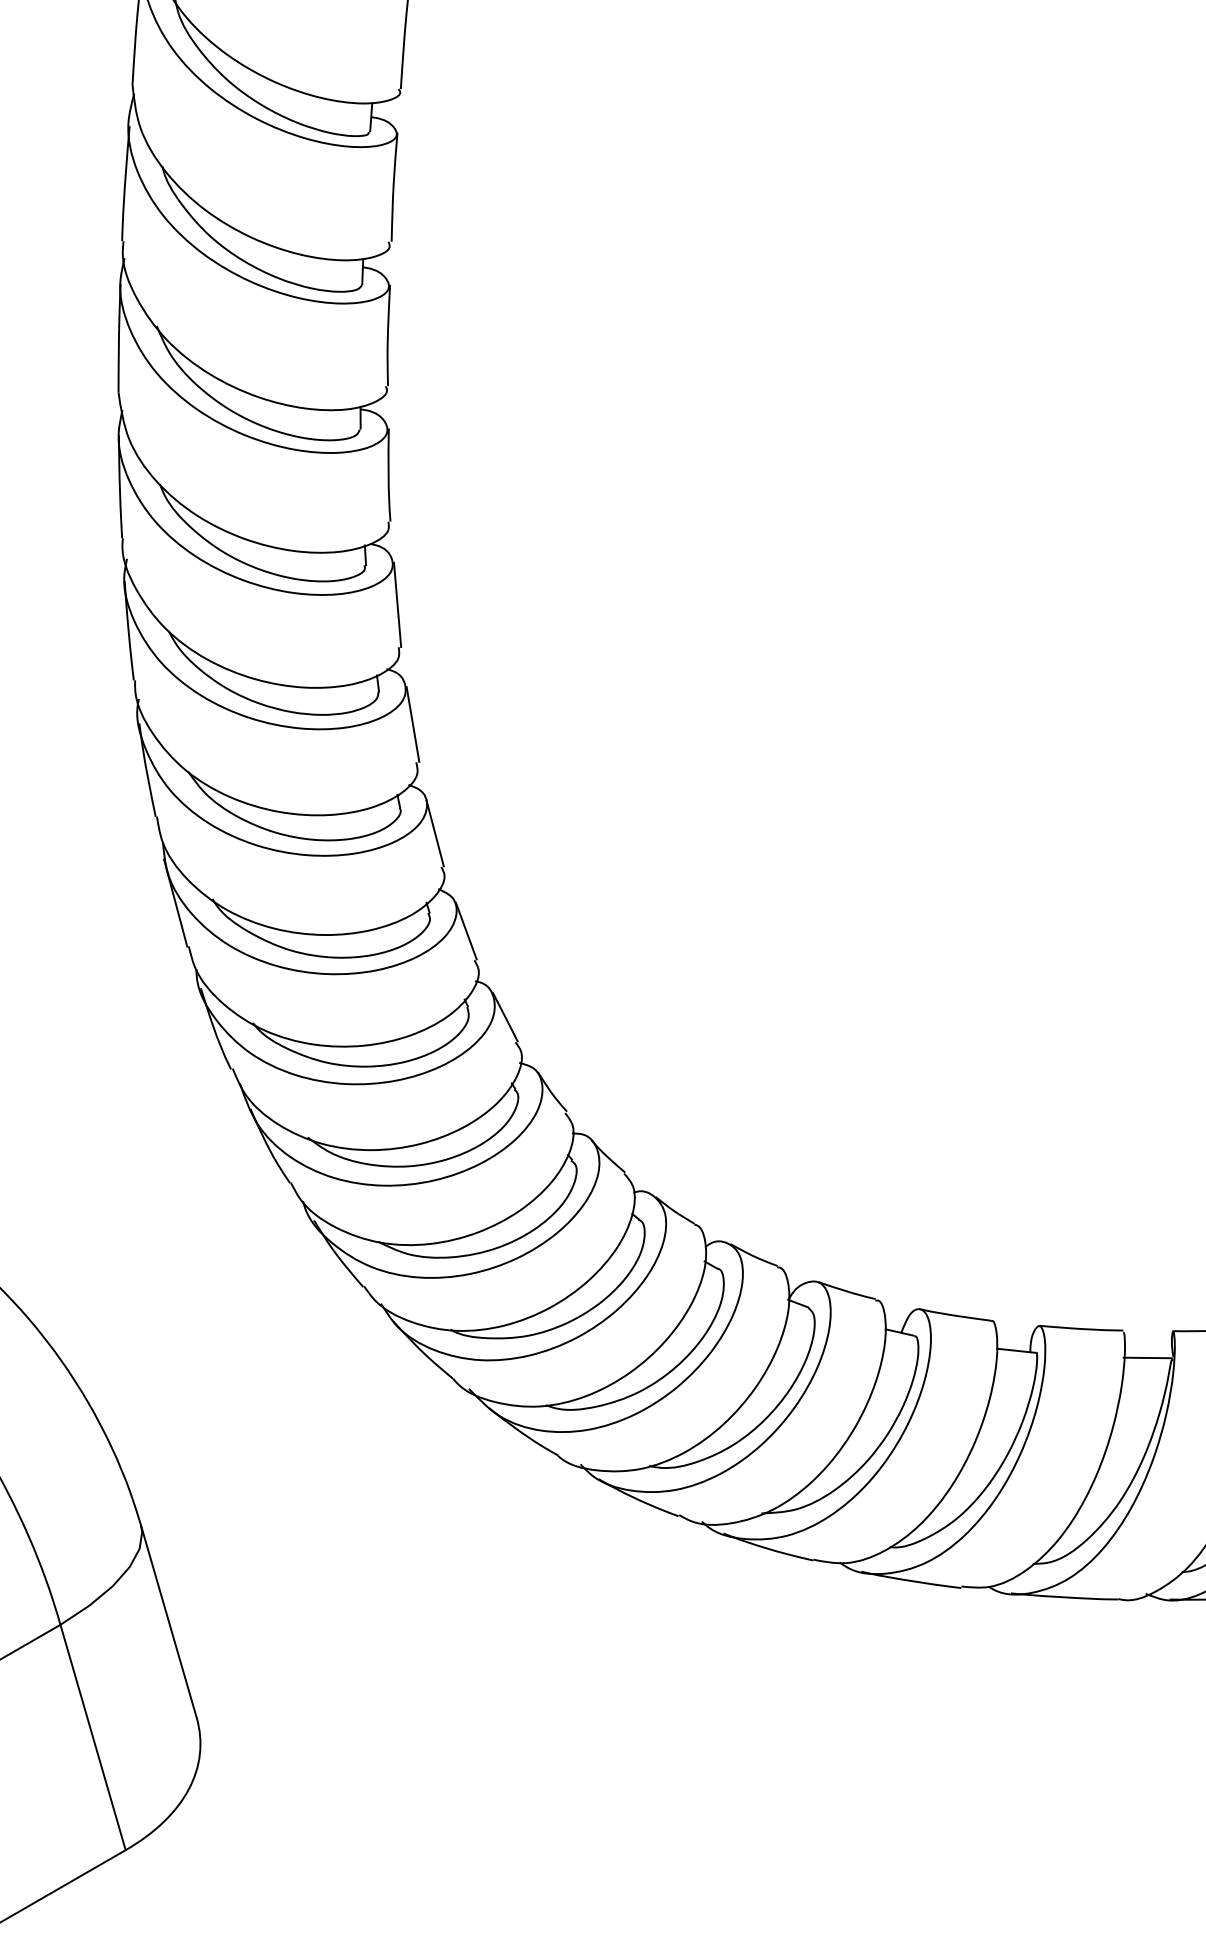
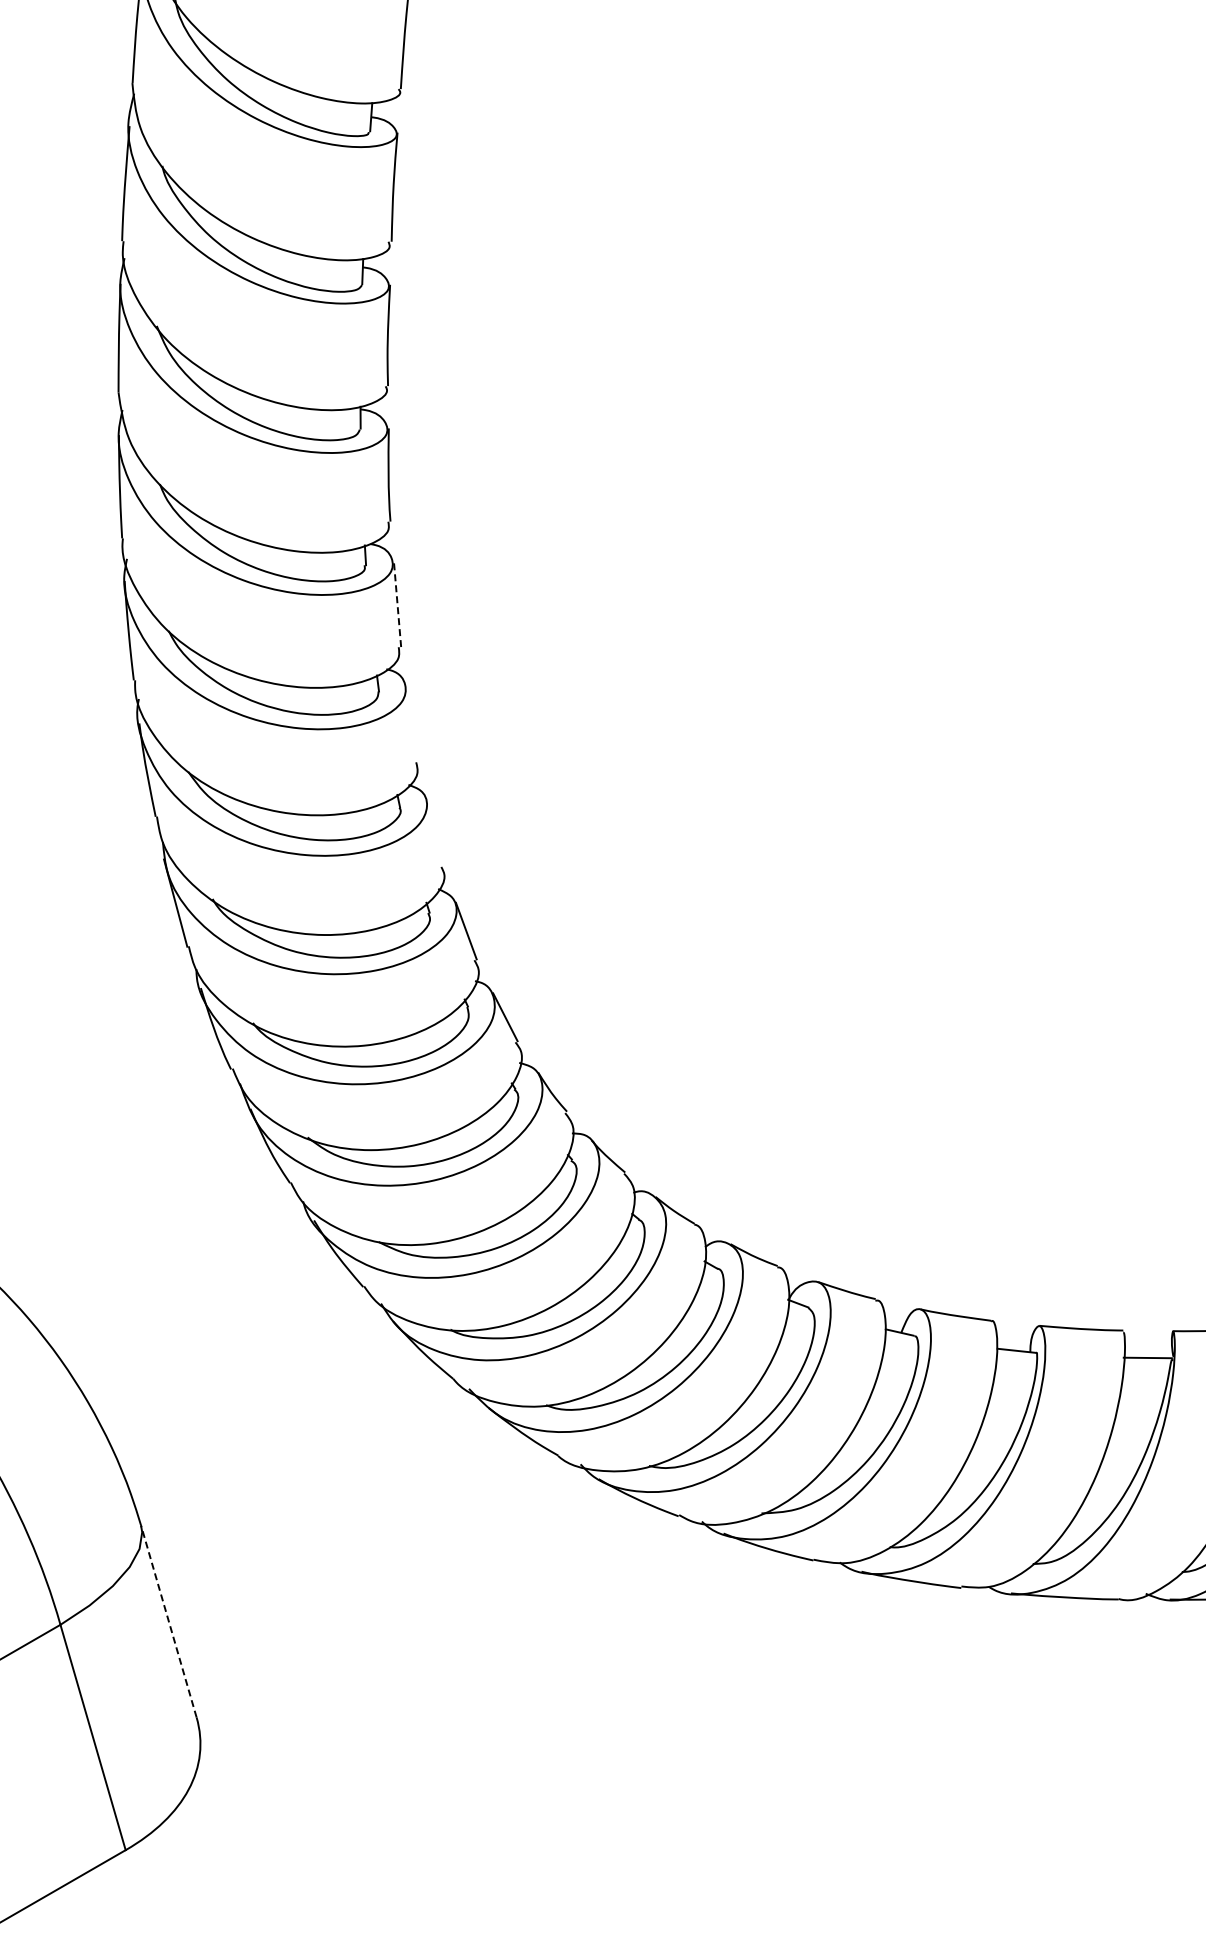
line at (397, 604): solid -> dashed
line at (412, 724): present -> none
line at (434, 833): present -> none
line at (168, 1620): solid -> dashed
